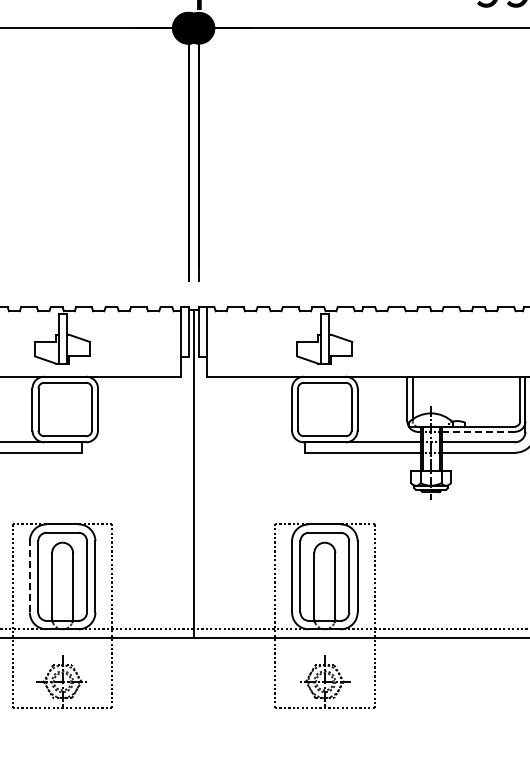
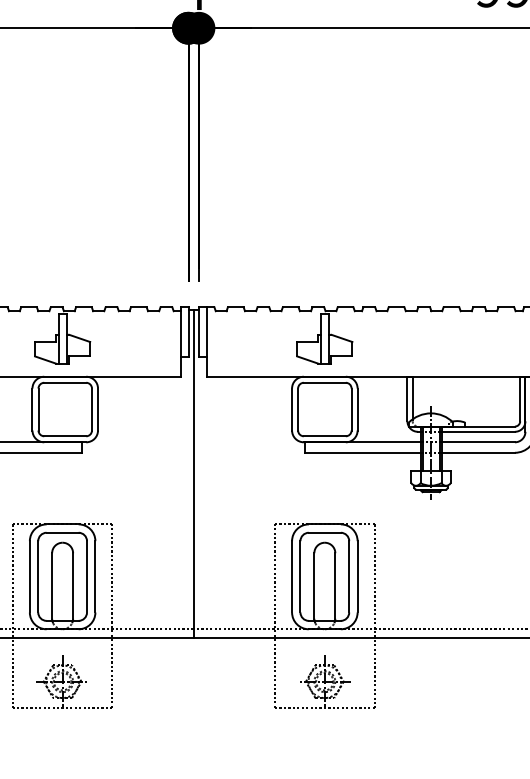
line at (478, 431): dashed -> solid
line at (29, 576): dashed -> solid
